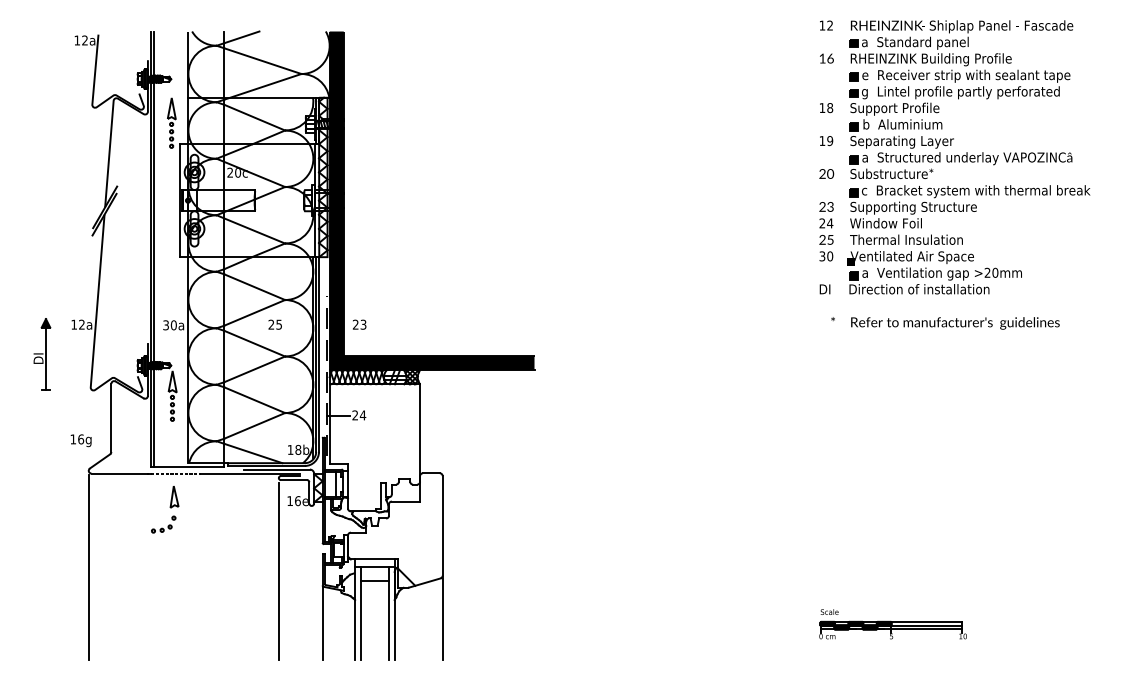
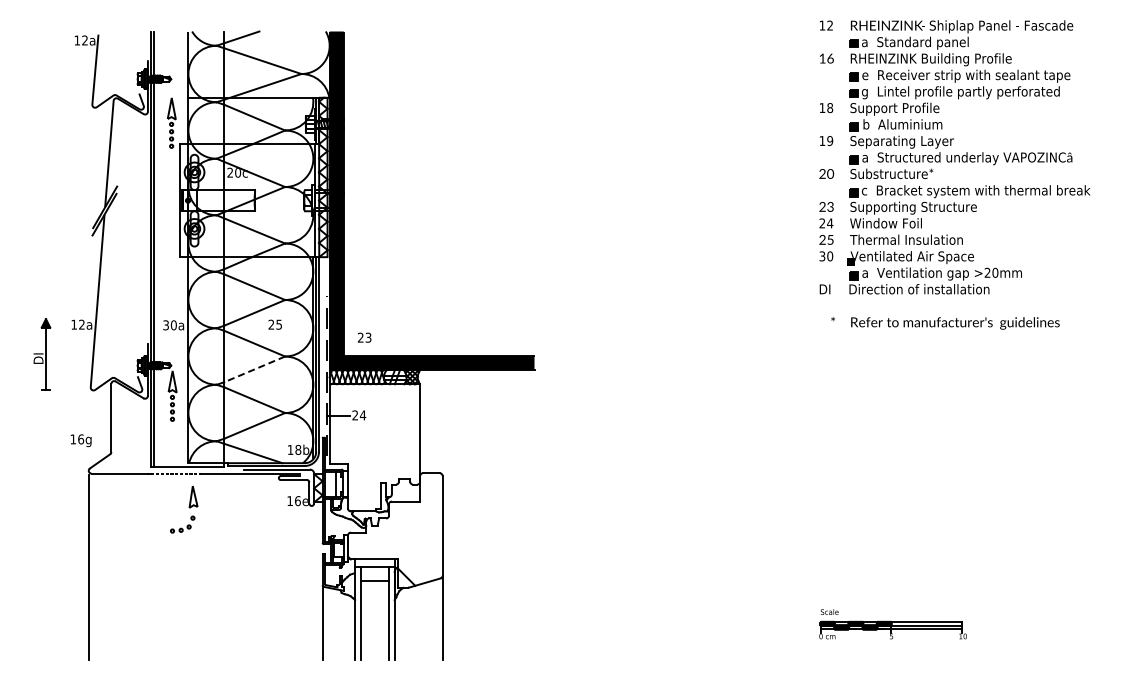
text at (359, 324) position: (359, 324) -> (364, 337)
line at (254, 369): solid -> dashed
part at (165, 509) position: (165, 509) -> (184, 509)
line at (278, 570): present -> none
